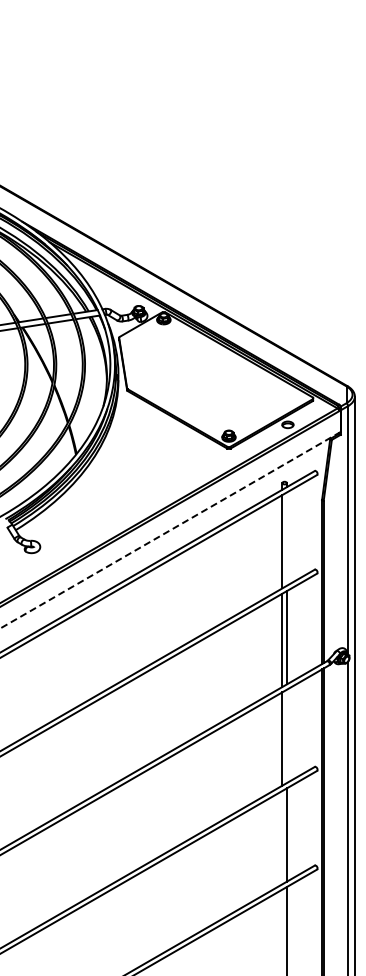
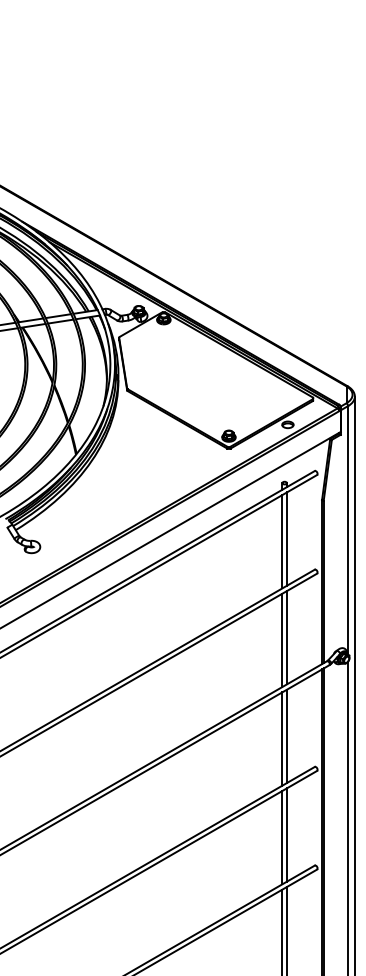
line at (170, 530): dashed -> solid
line at (286, 538): none -> present
line at (286, 736): none -> present
line at (282, 837): none -> present
line at (282, 930): none -> present
